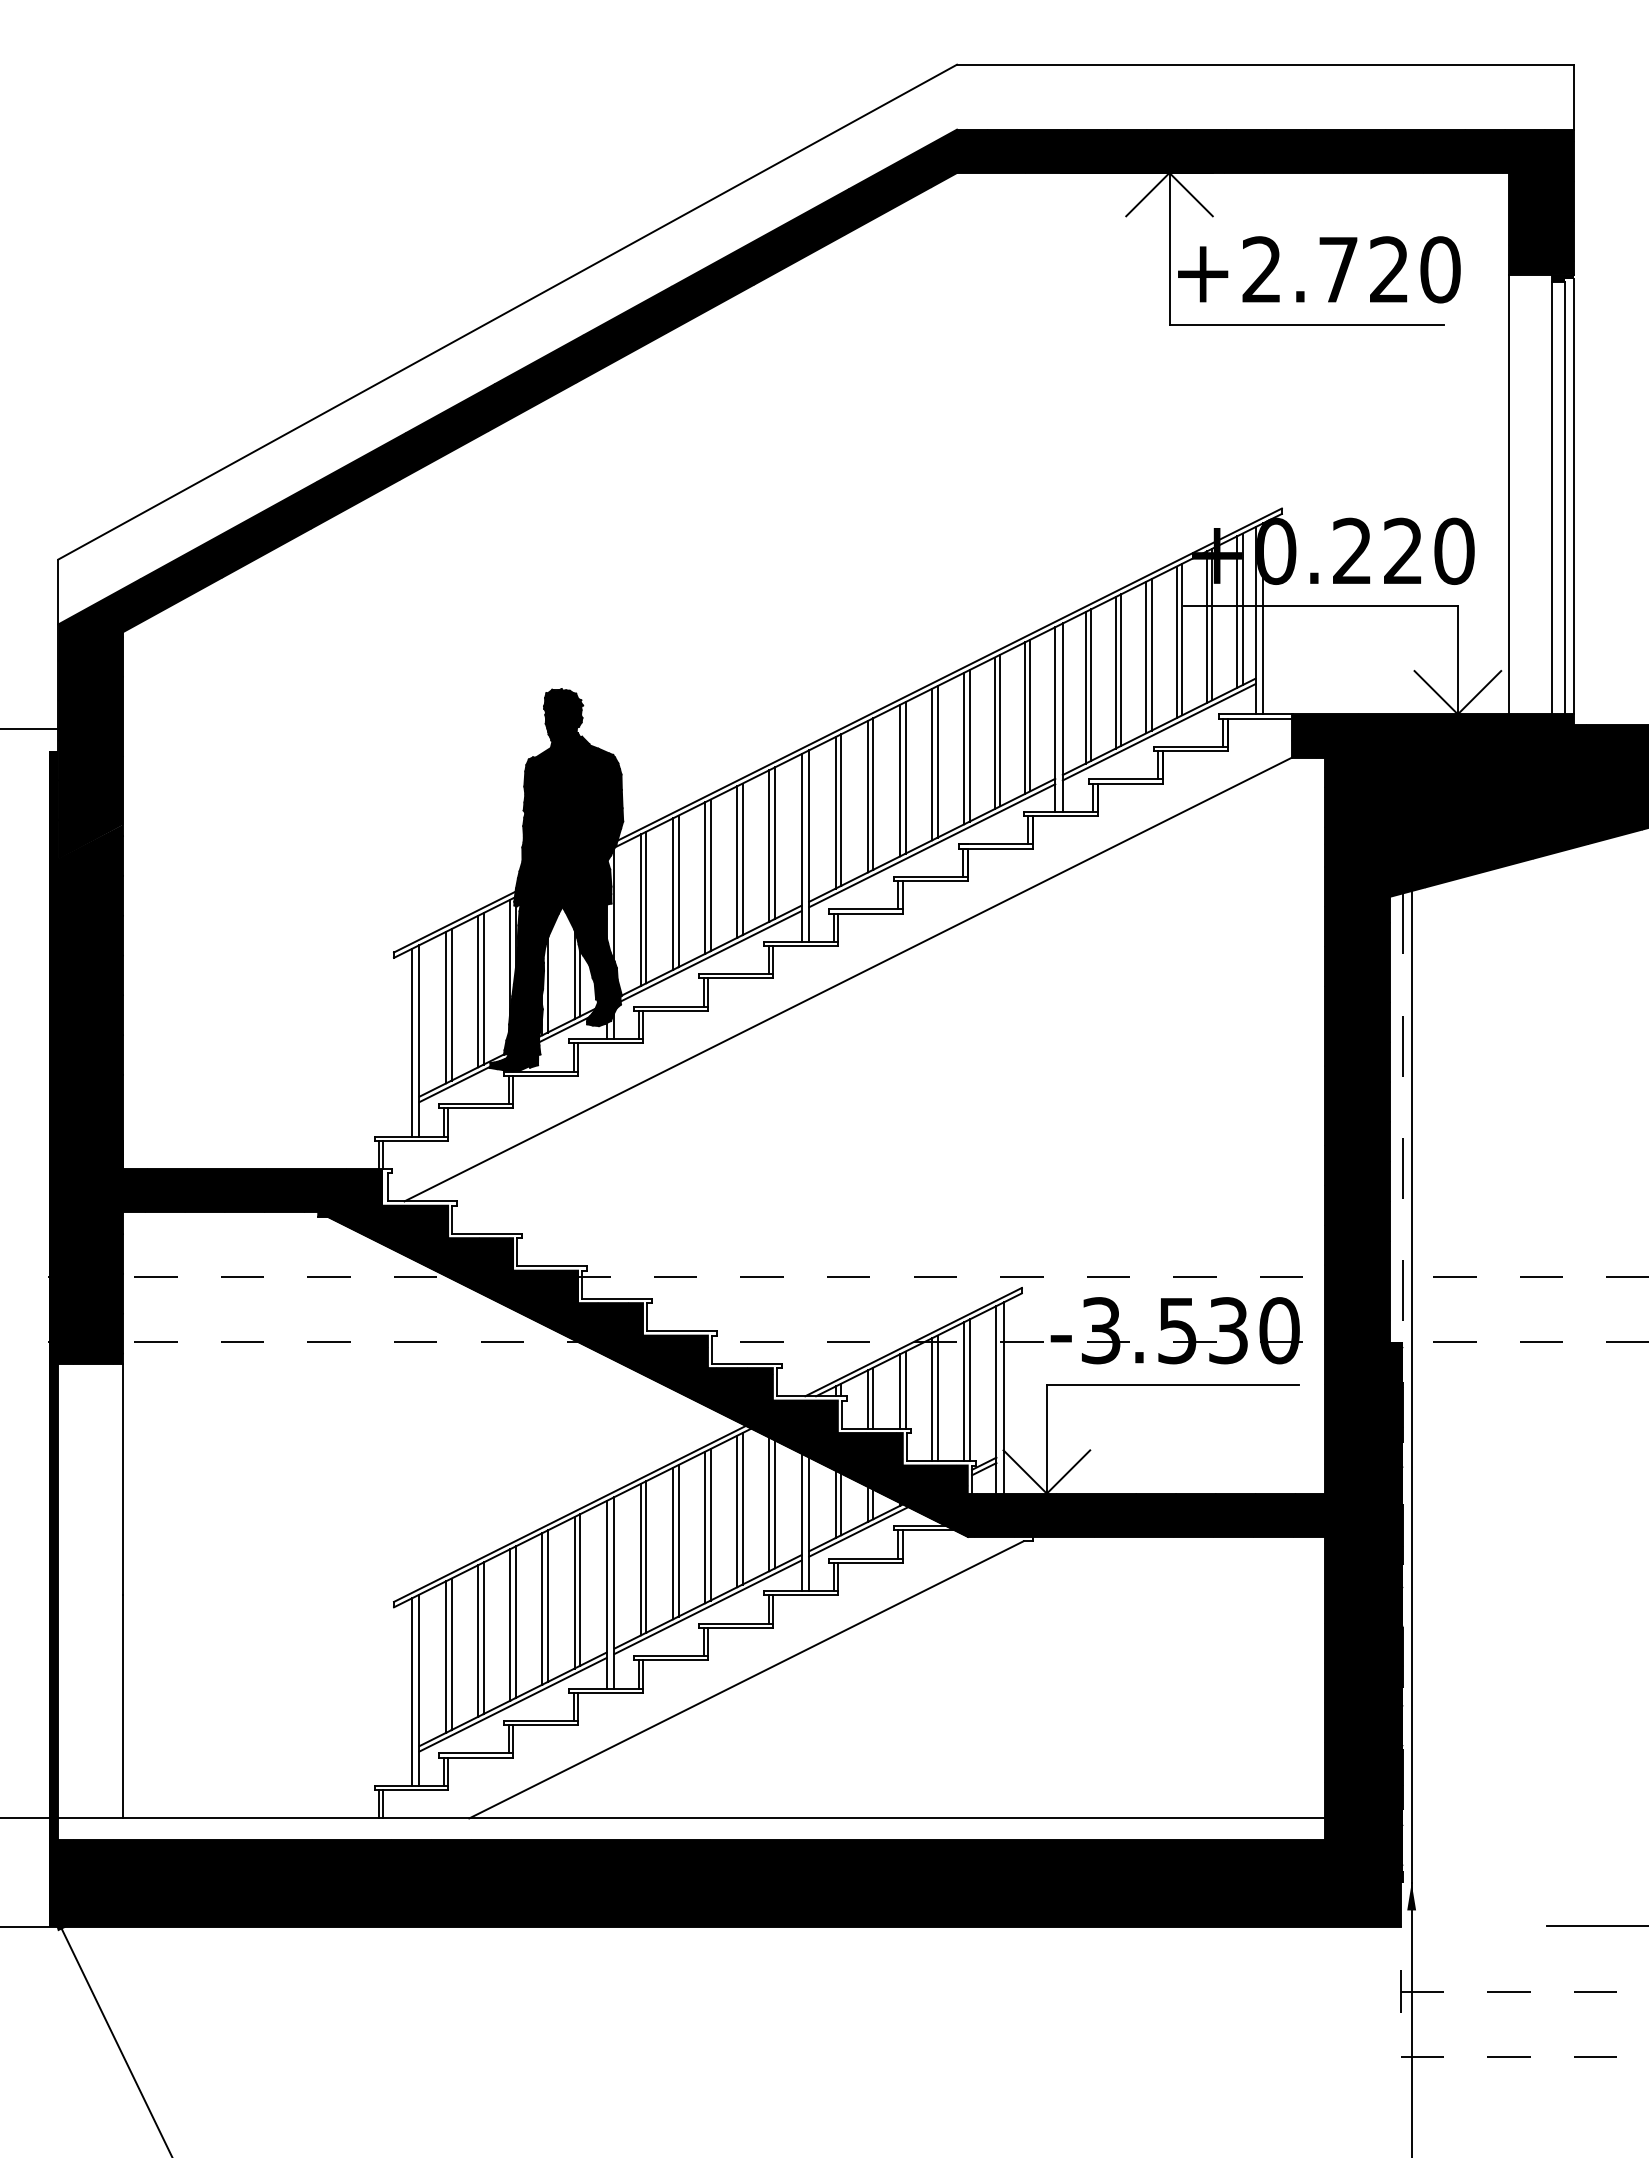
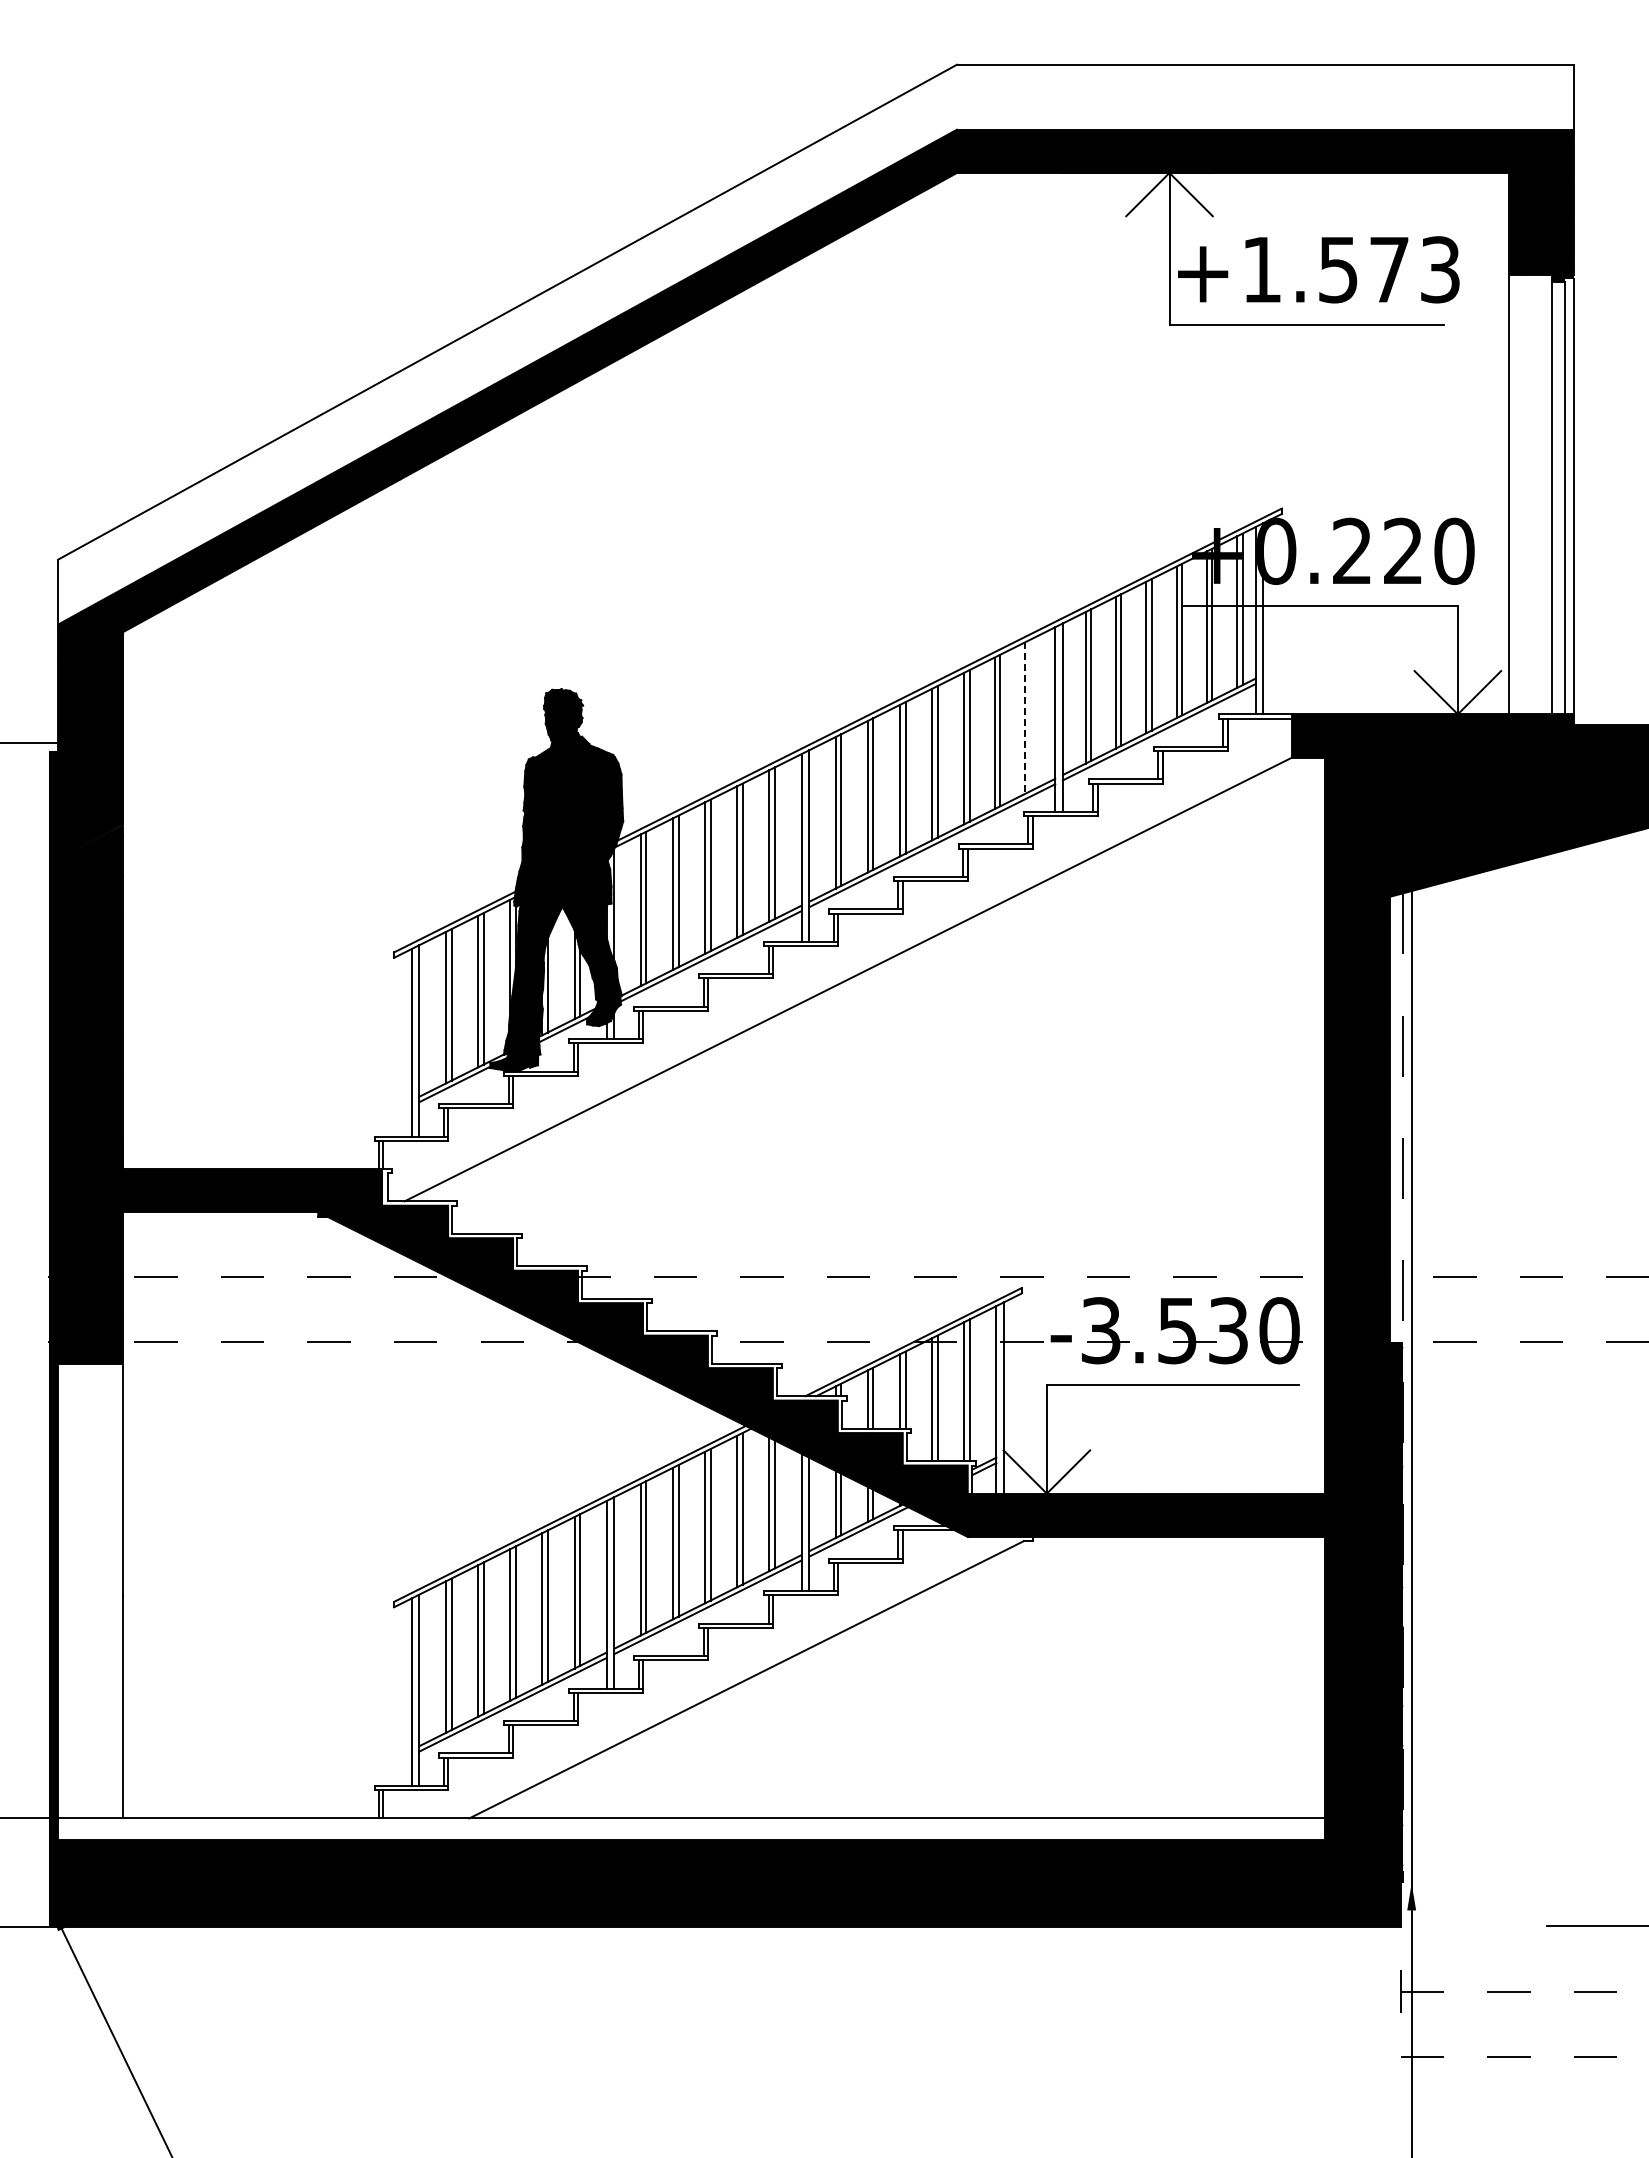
text at (1351, 269): +2.720 -> +1.573
line at (1030, 715): present -> none
line at (1024, 718): solid -> dashed
line at (30, 729) position: (30, 729) -> (30, 743)
